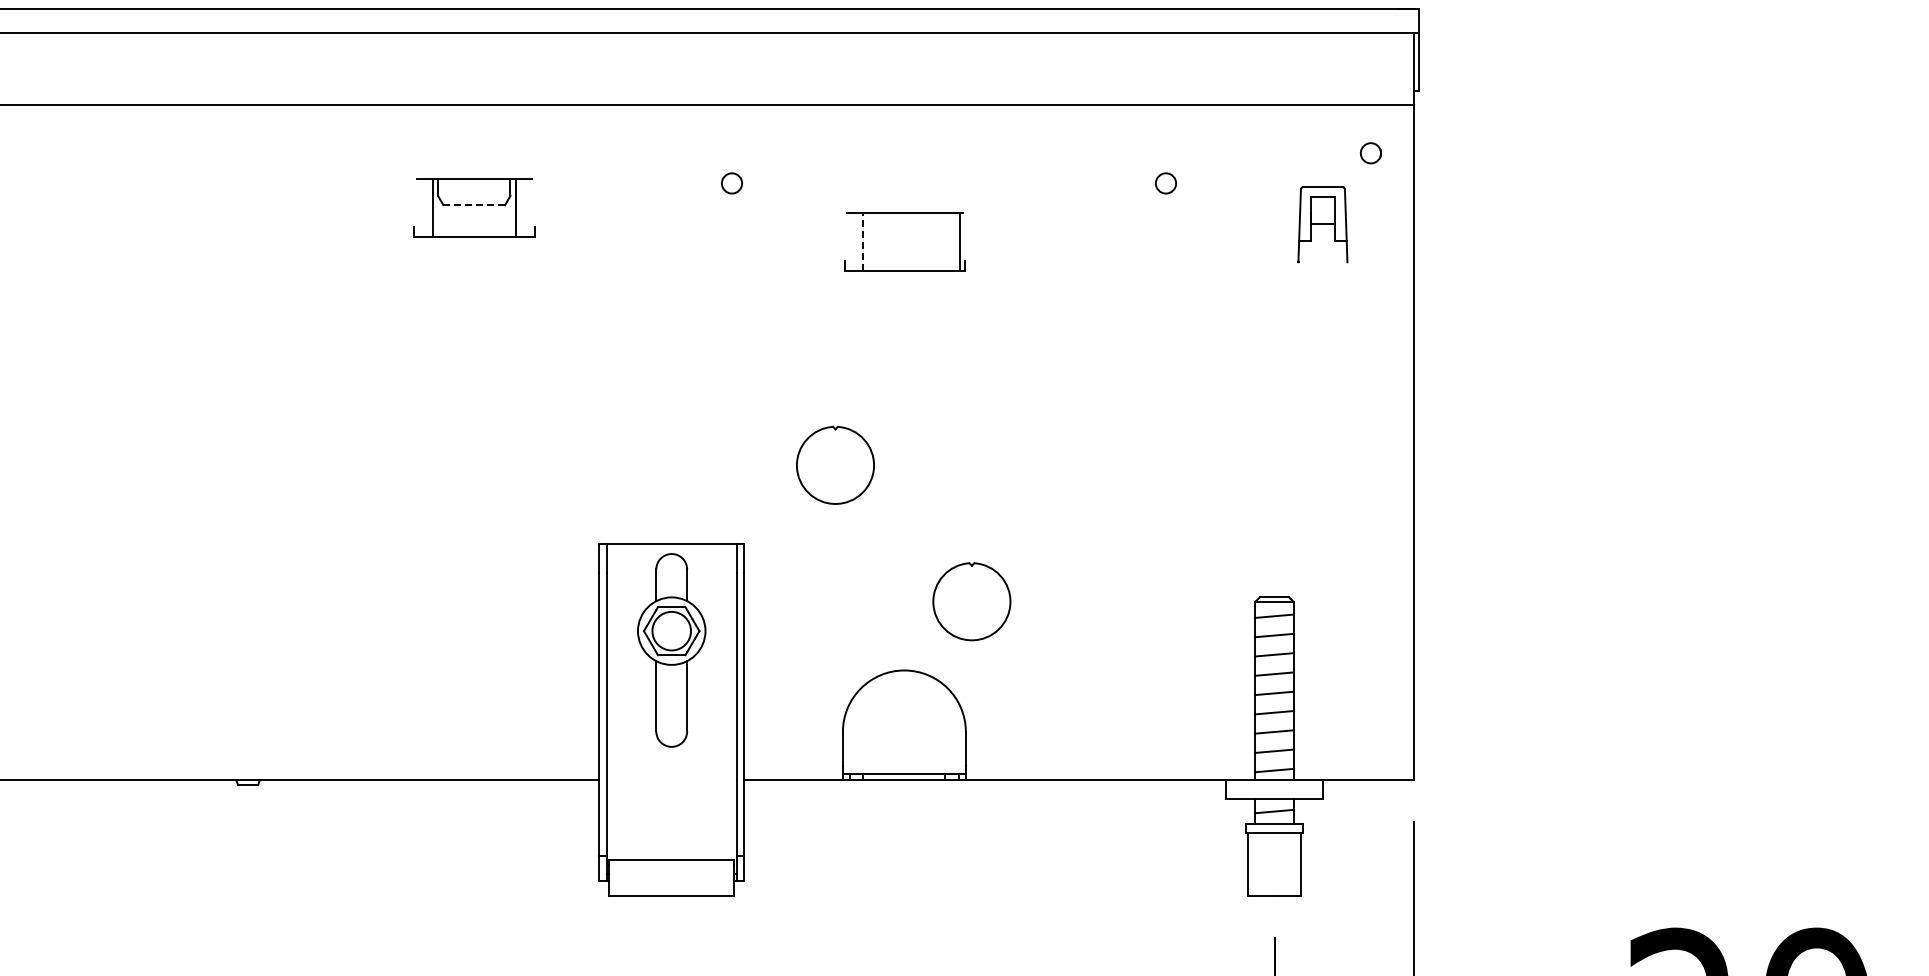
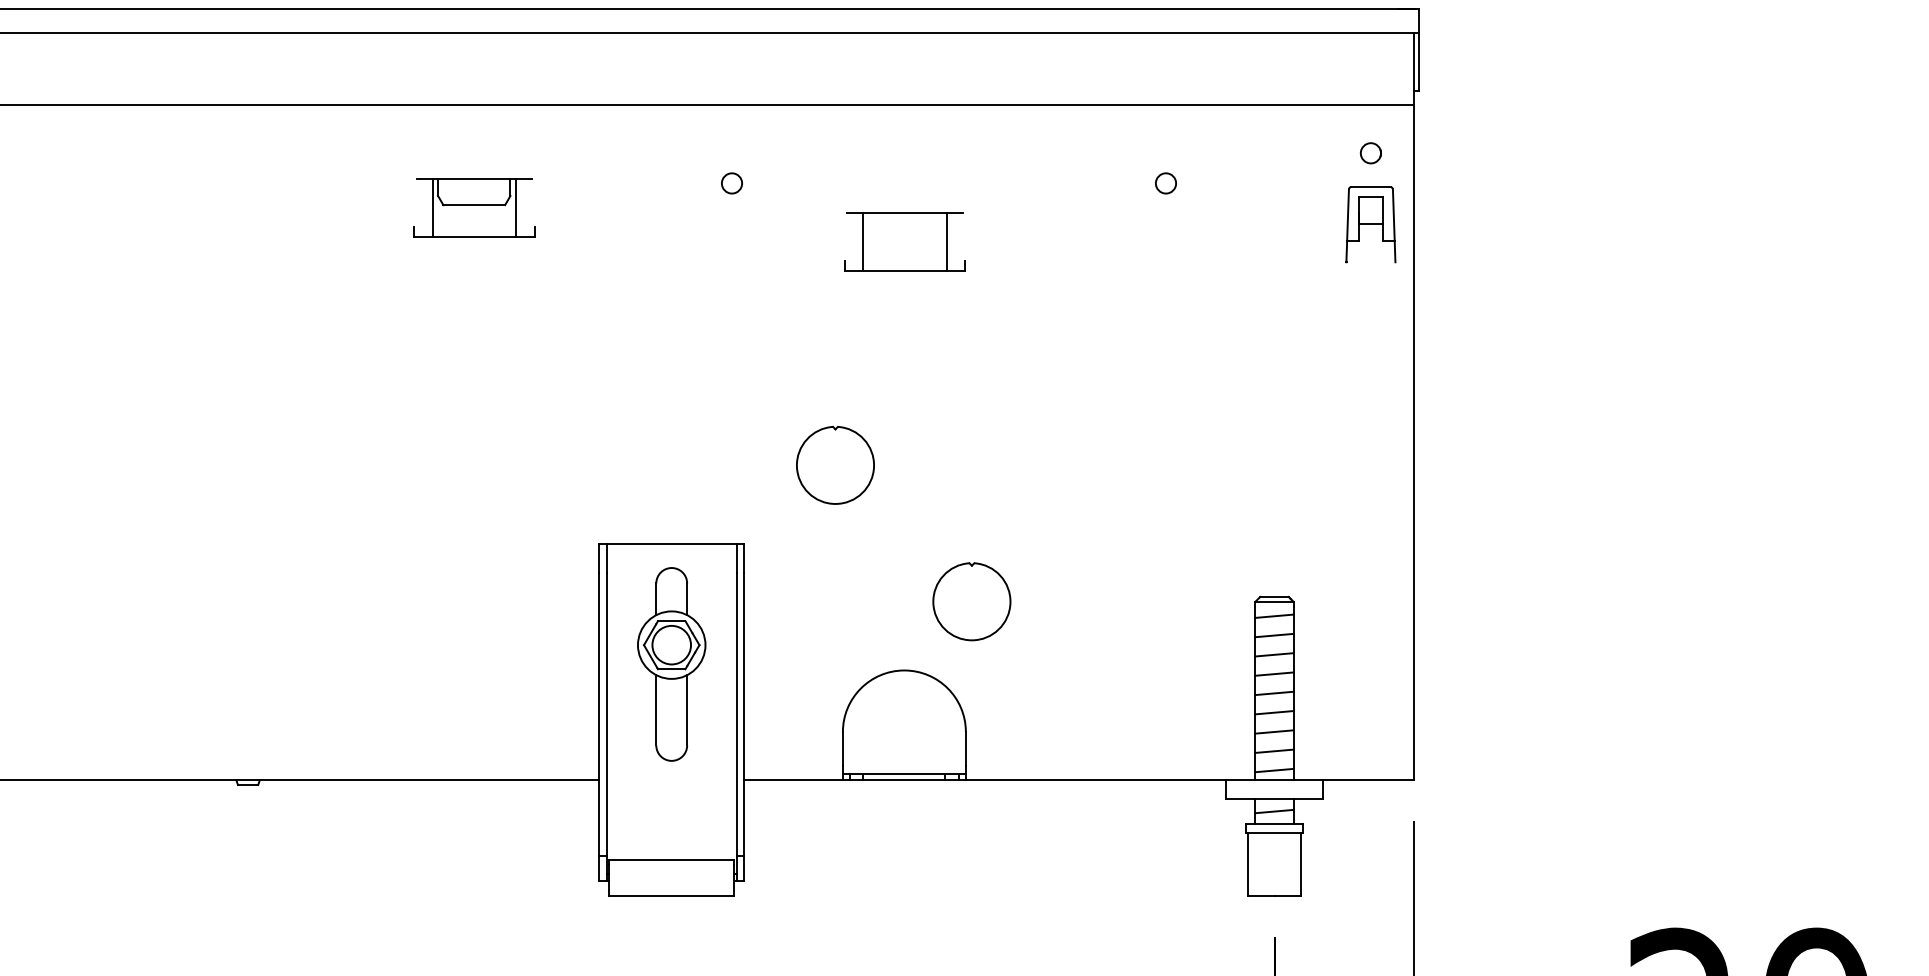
line at (474, 205): dashed -> solid
part at (1322, 224) position: (1322, 224) -> (1370, 224)
line at (863, 241): dashed -> solid
line at (959, 241) position: (959, 241) -> (946, 241)
part at (671, 650) position: (671, 650) -> (671, 664)
